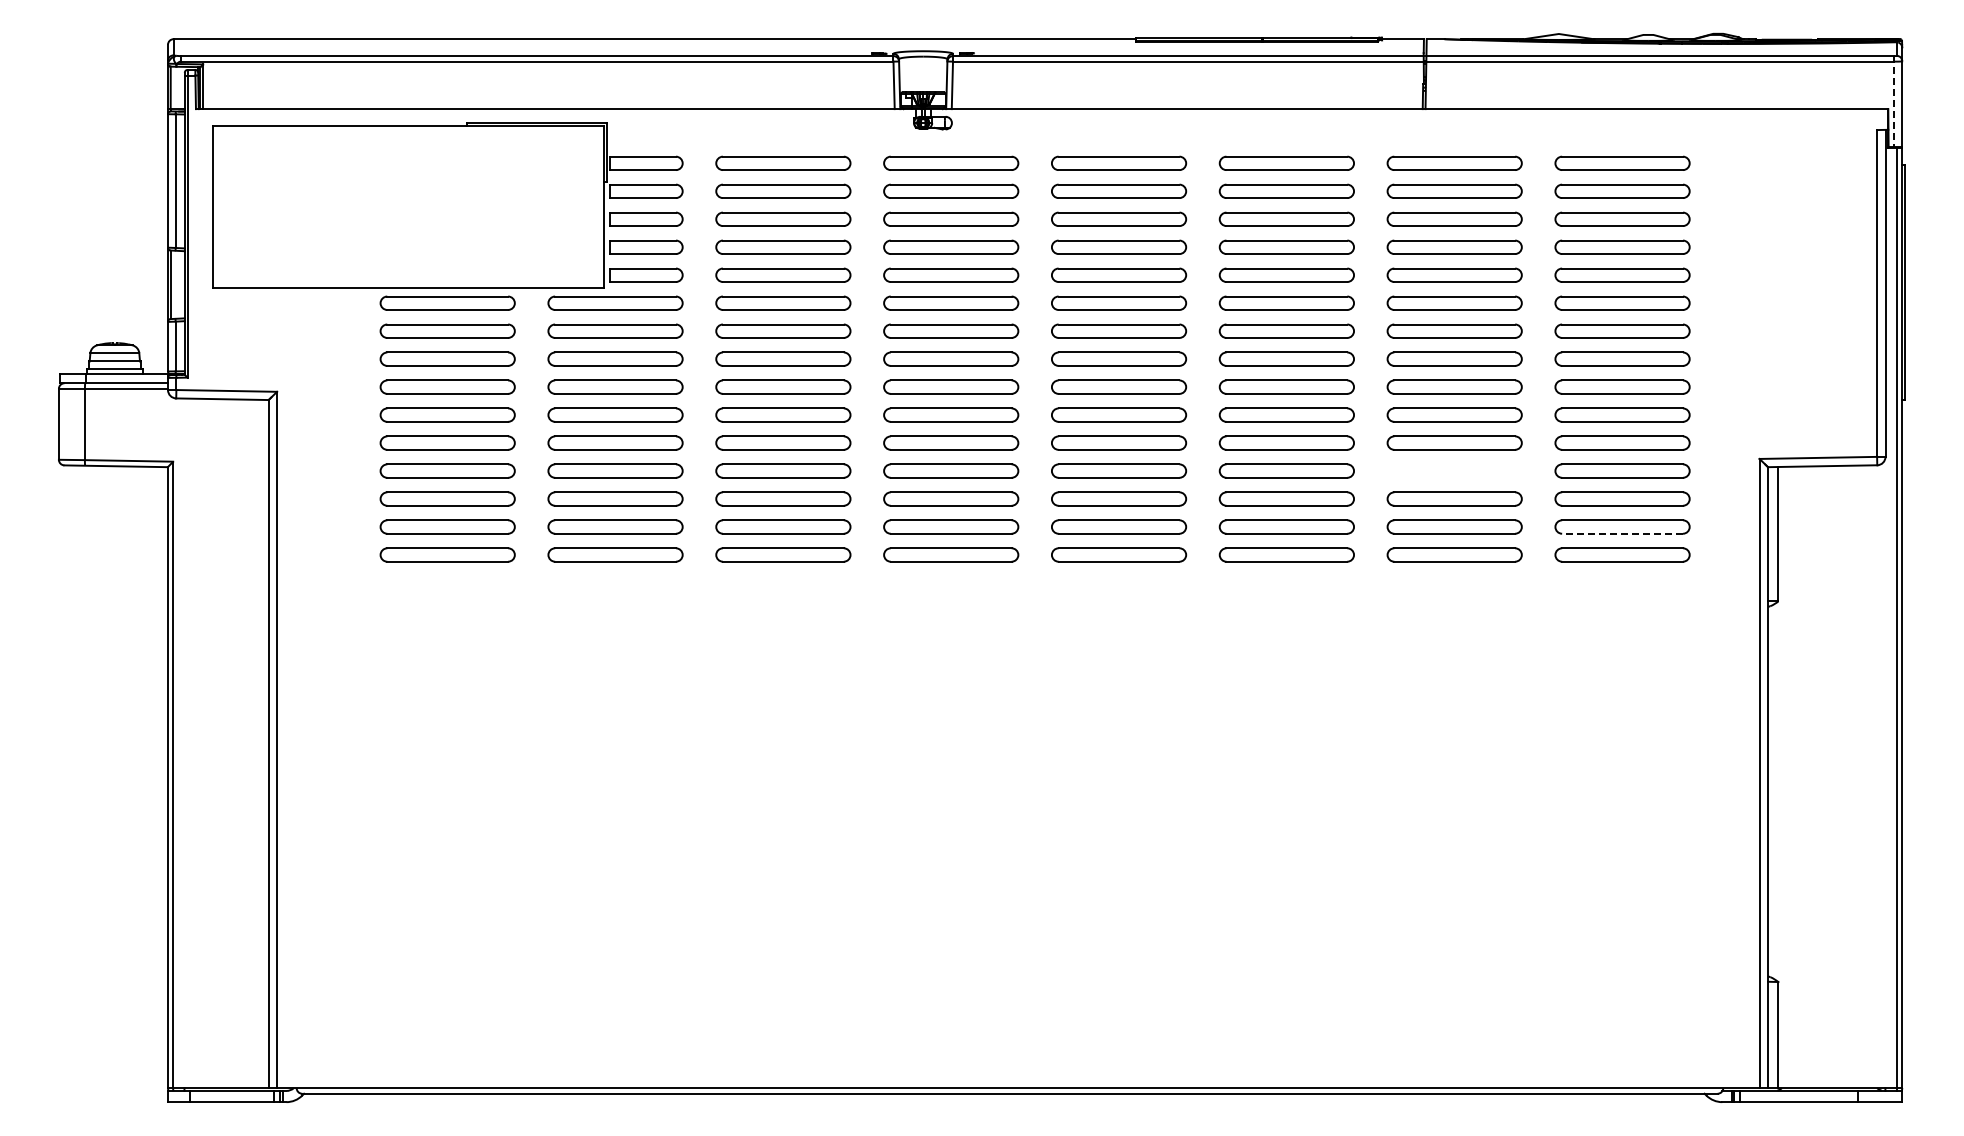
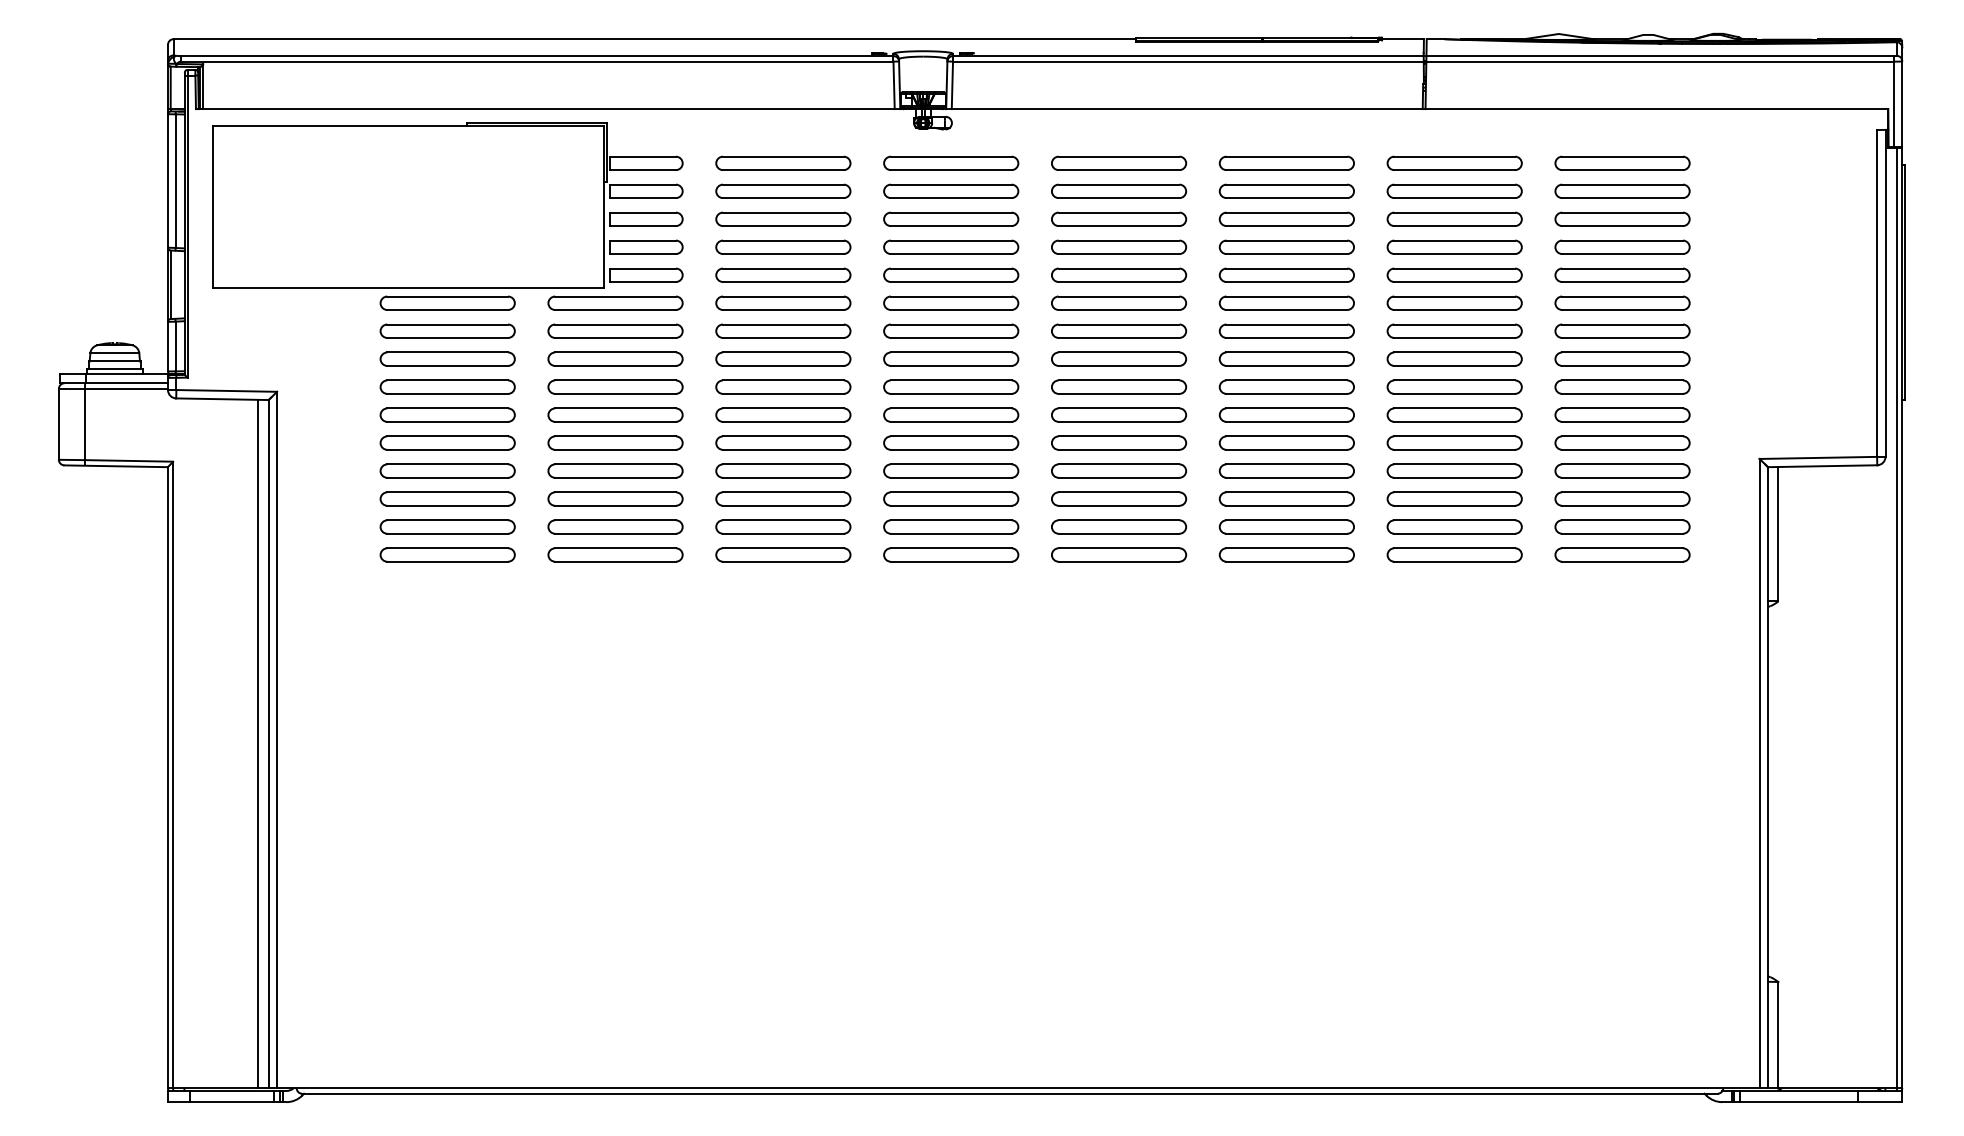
line at (1893, 101): dashed -> solid
part at (1454, 470): none -> present
line at (1622, 533): dashed -> solid
line at (258, 743): none -> present
